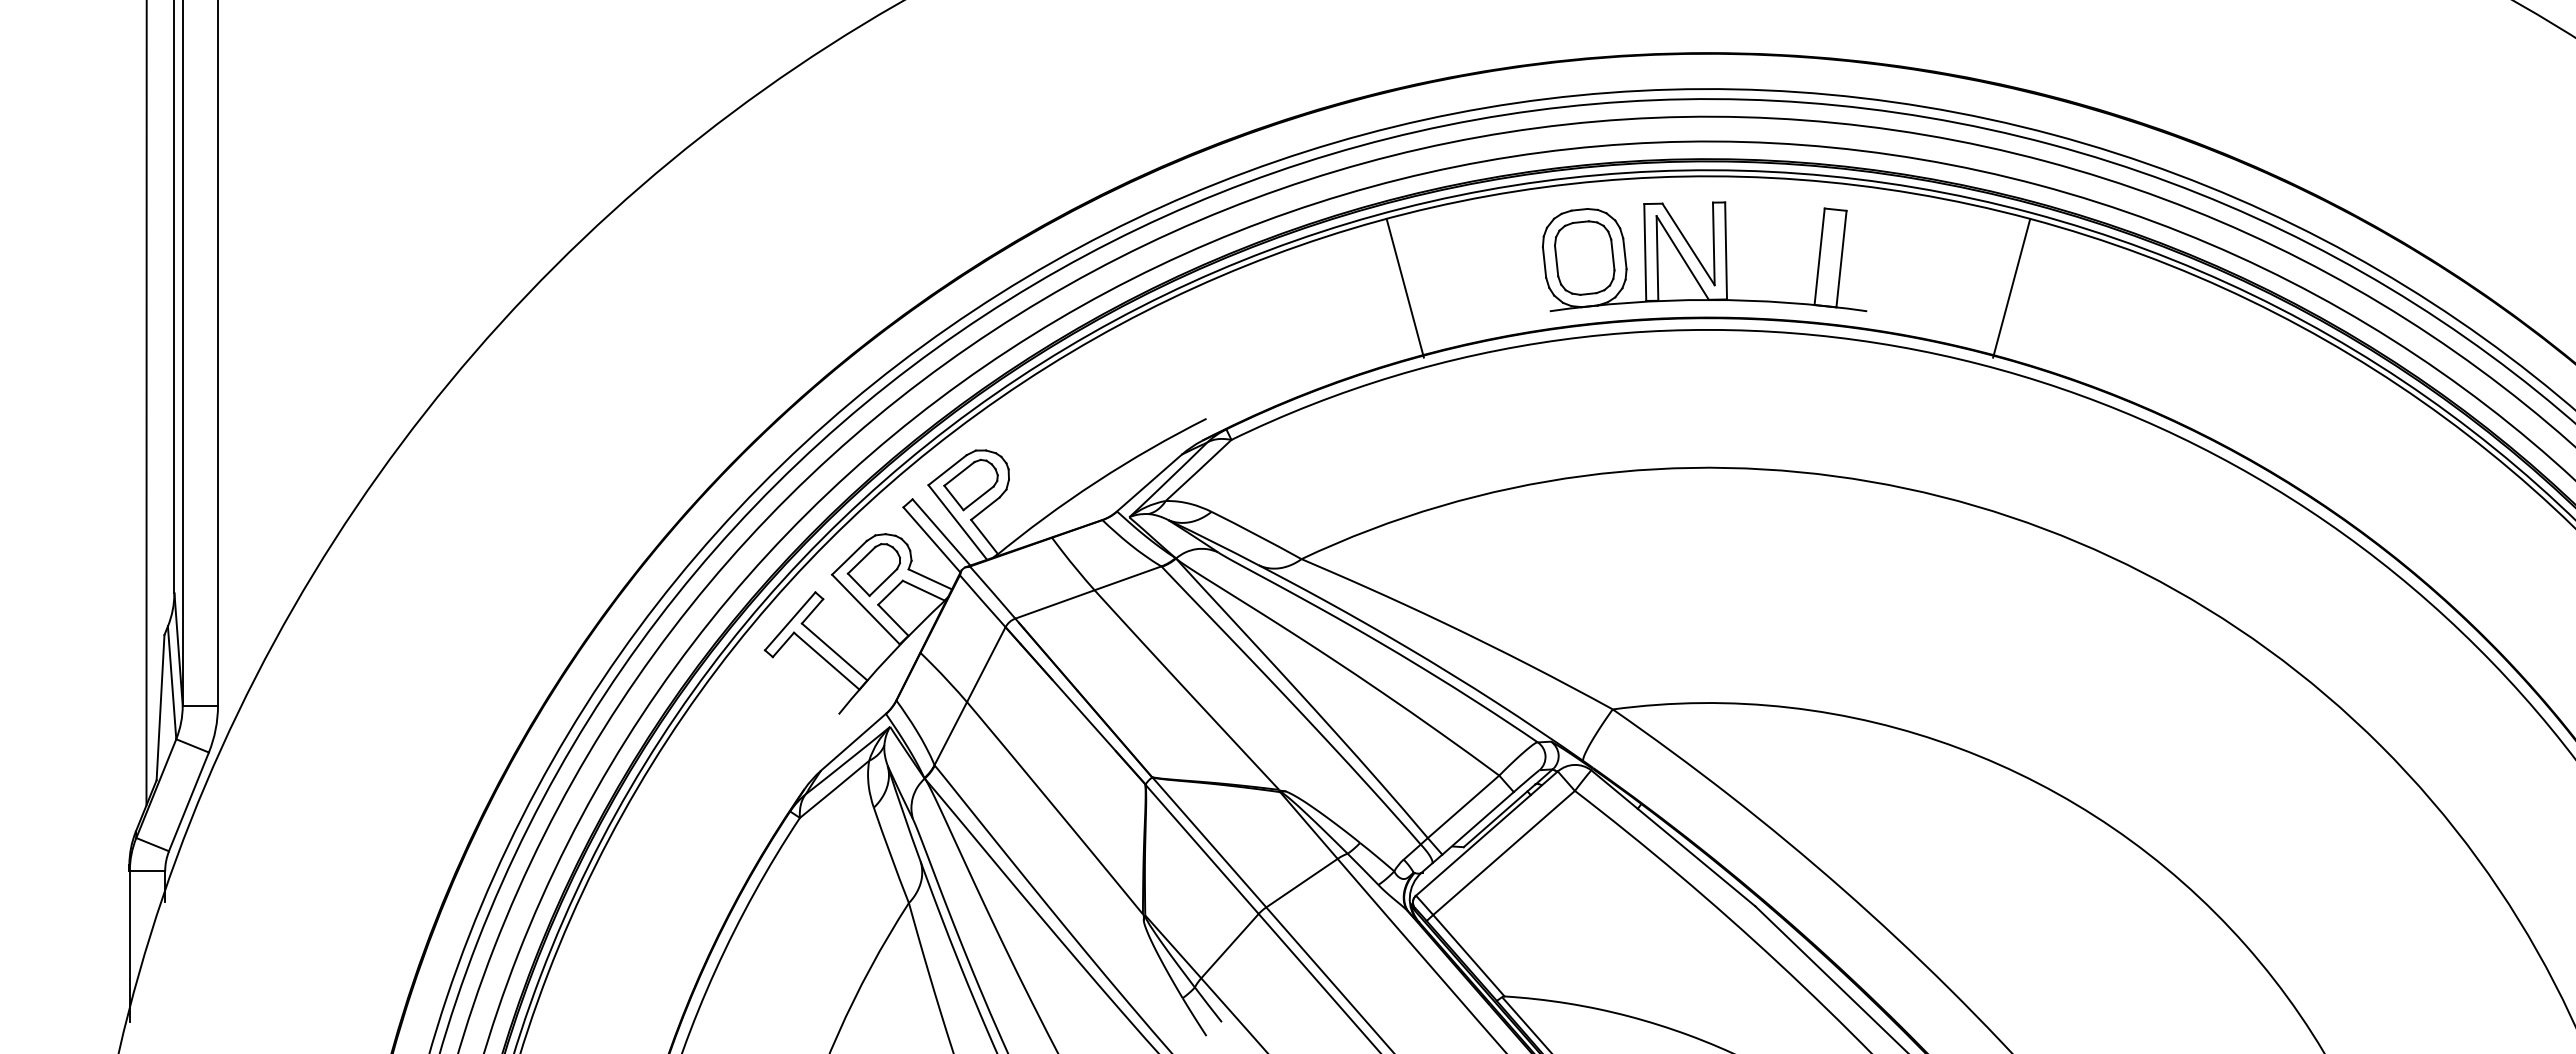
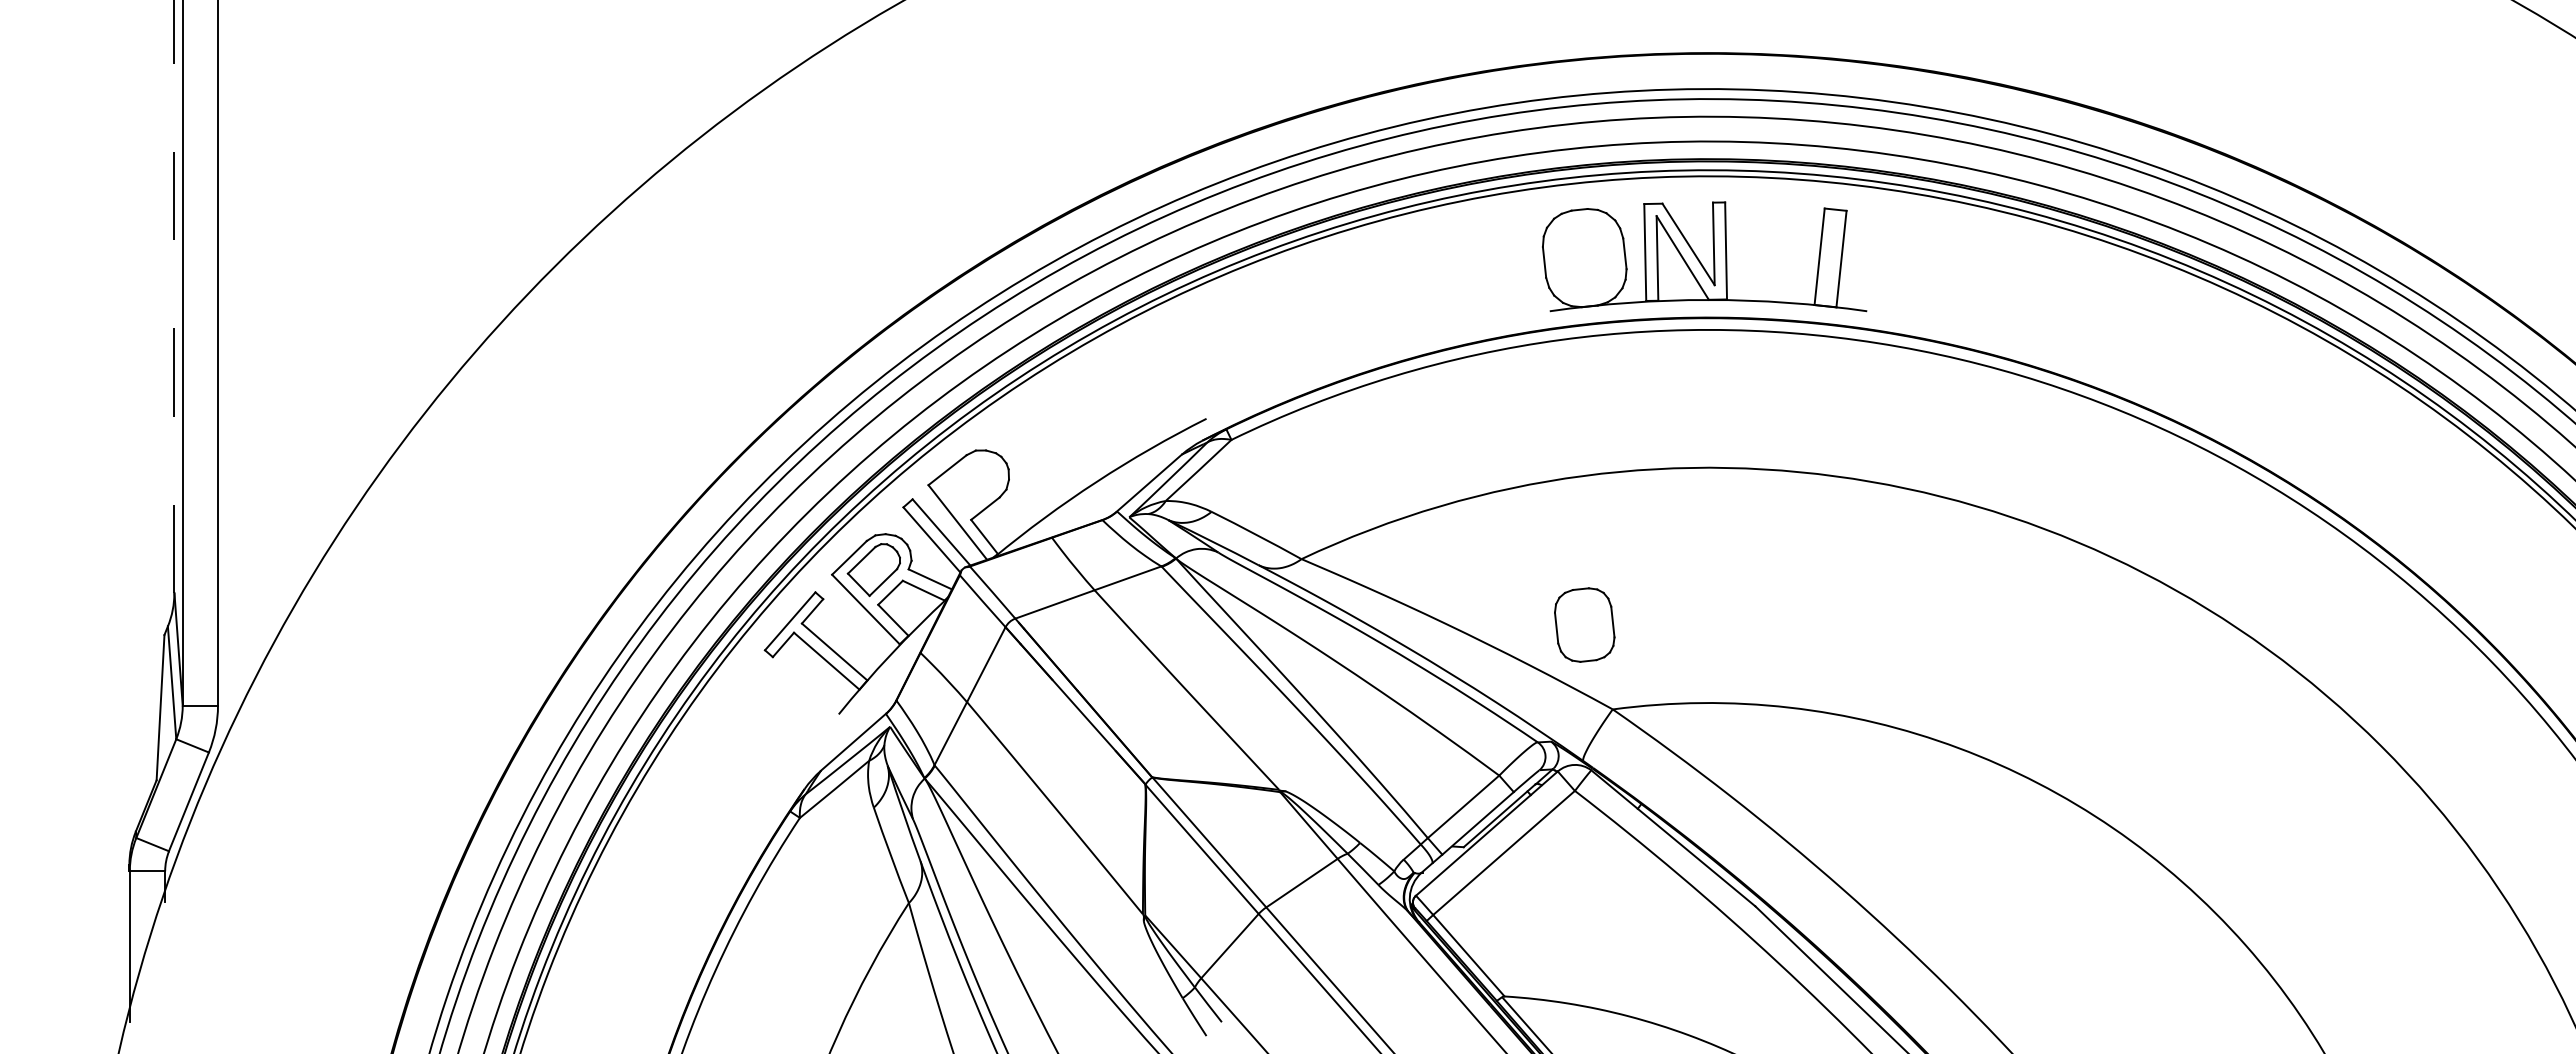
part at (1584, 257) position: (1584, 257) -> (1584, 624)
line at (1404, 287): present -> none
line at (2011, 287): present -> none
line at (174, 296): solid -> dashed
line at (146, 403): present -> none
part at (970, 485): present -> none
